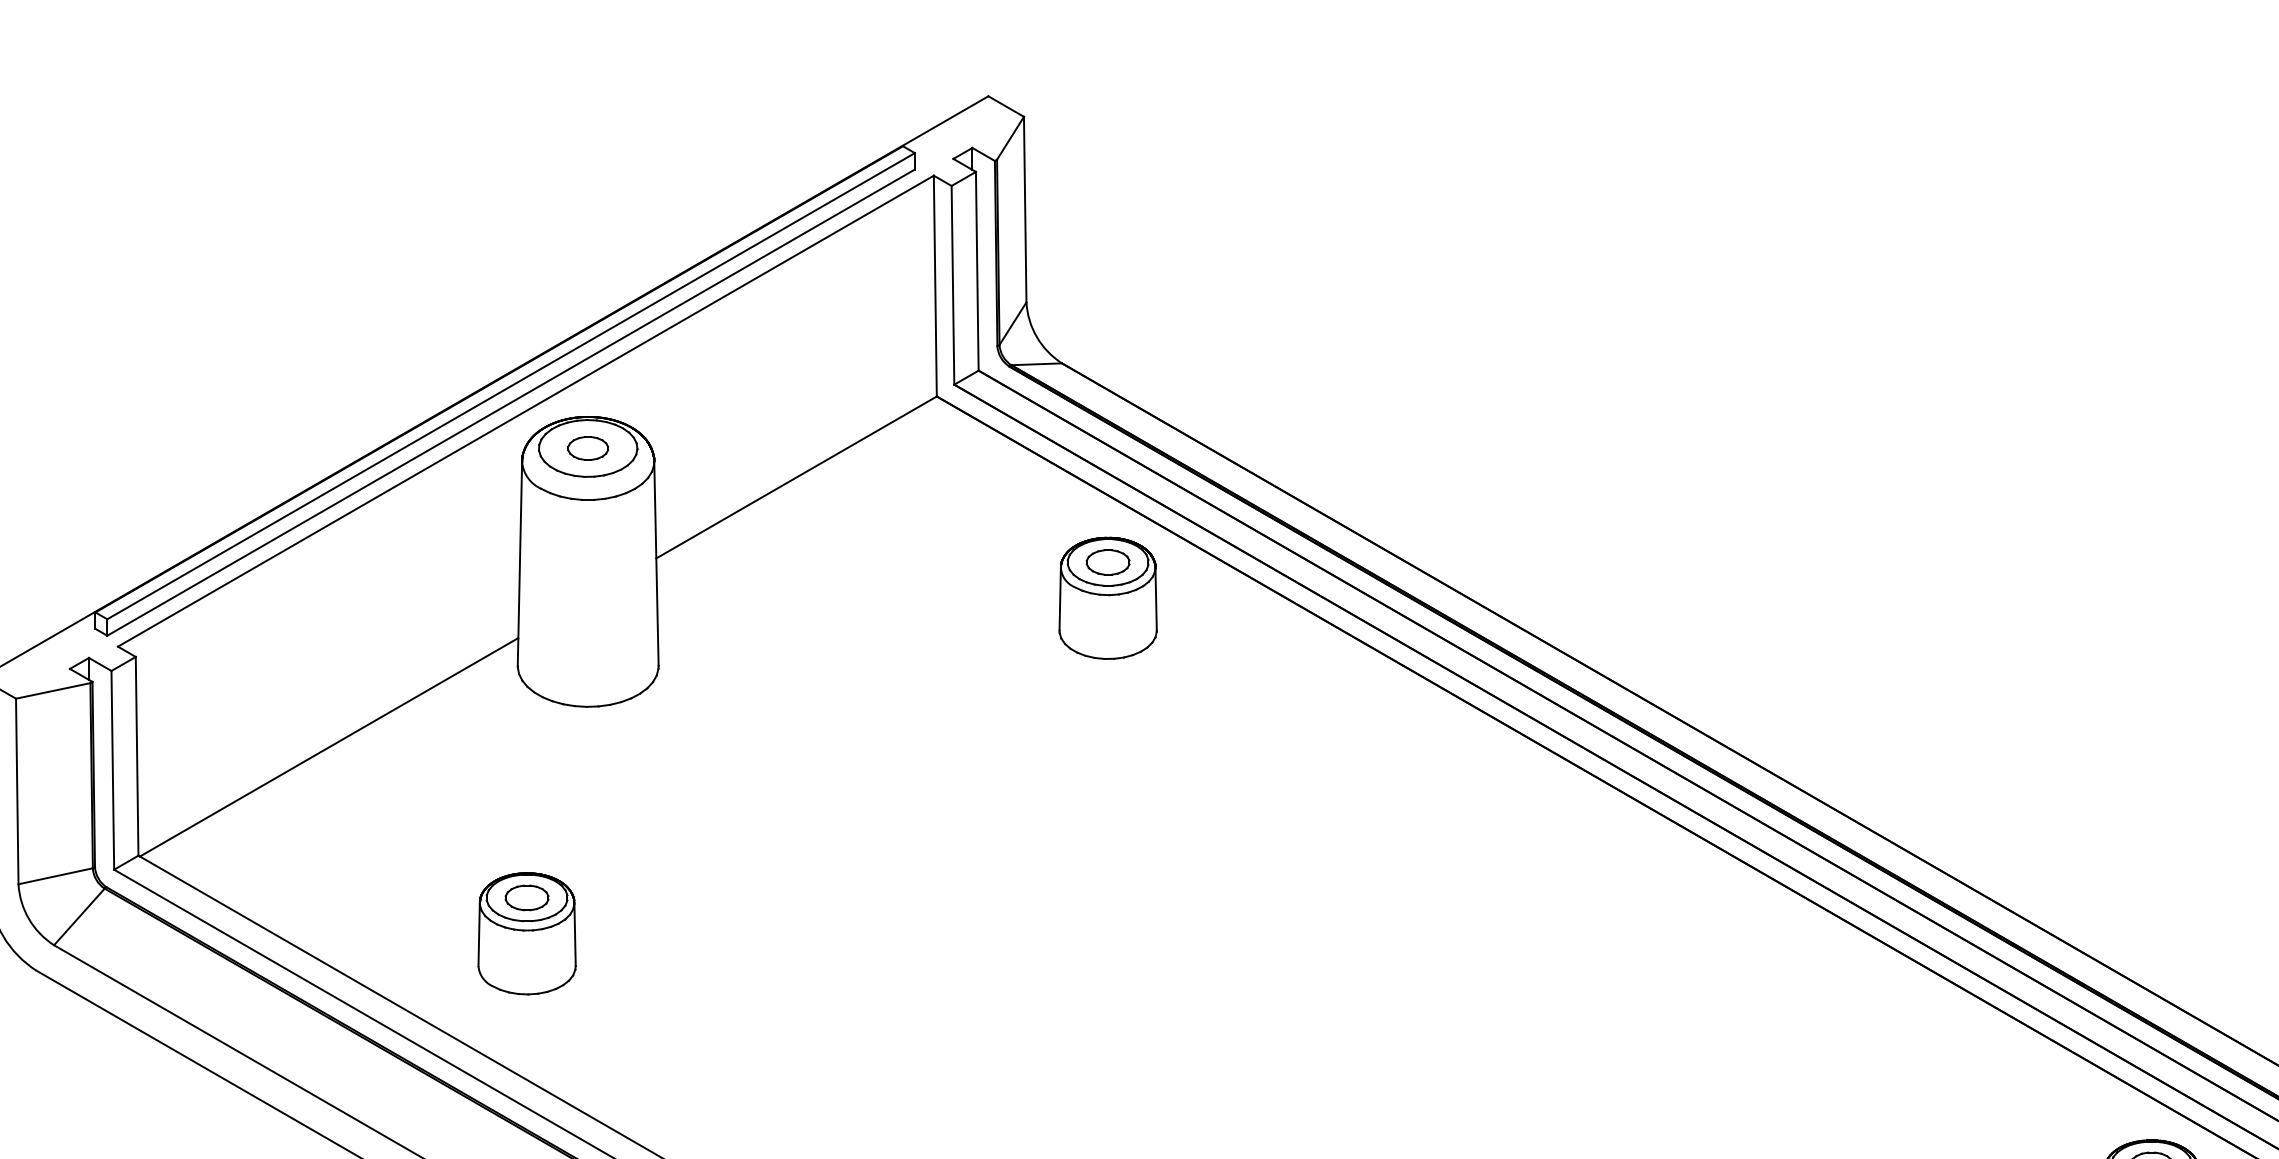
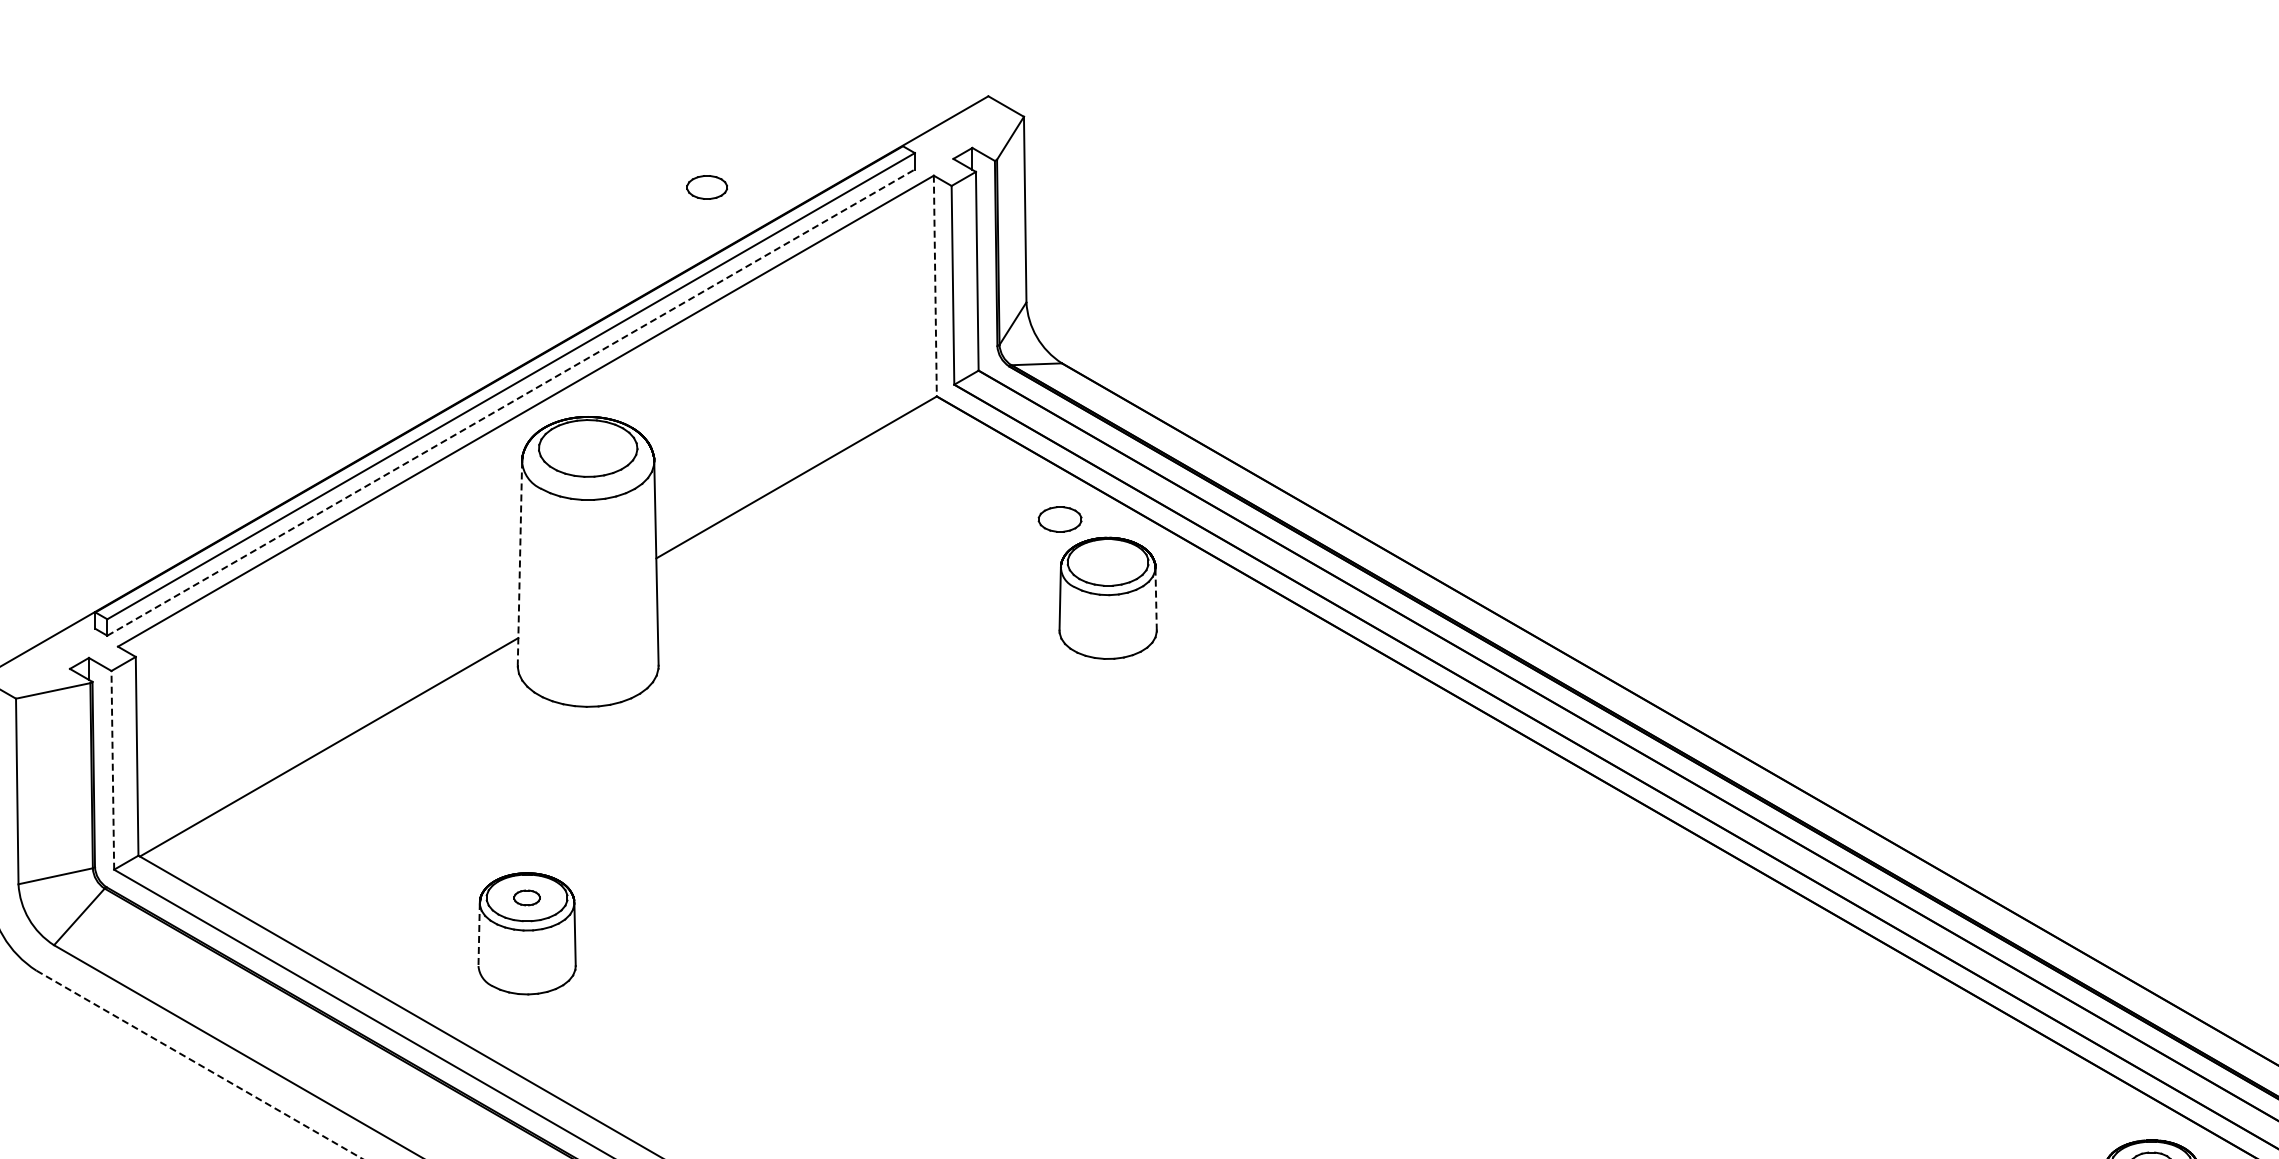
line at (935, 286): solid -> dashed
line at (511, 402): solid -> dashed
part at (587, 448) position: (587, 448) -> (706, 187)
part at (1107, 562) position: (1107, 562) -> (1059, 519)
line at (519, 564): solid -> dashed
line at (1156, 599): solid -> dashed
line at (112, 769): solid -> dashed
part at (526, 897) size: 46x28 px -> 28x18 px
line at (479, 934): solid -> dashed
line at (199, 1064): solid -> dashed
